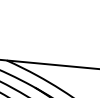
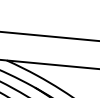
line at (49, 36): none -> present
